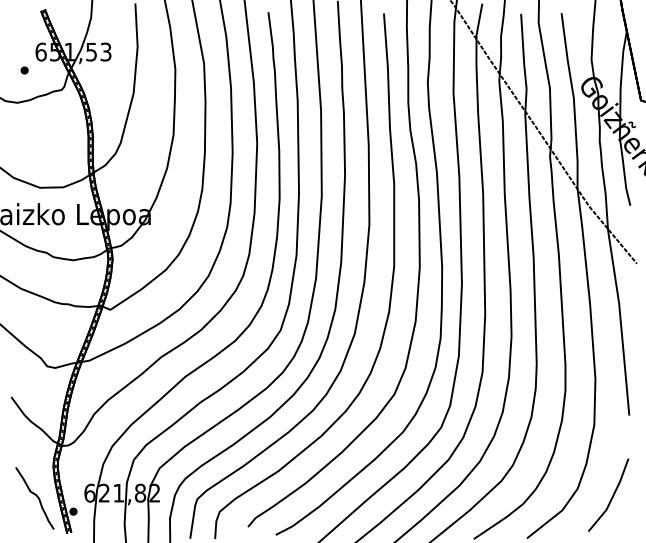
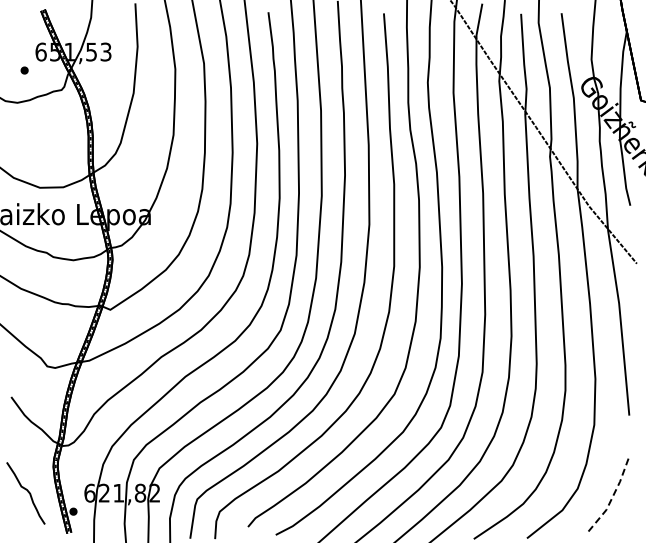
curve at (36, 497) position: (36, 497) -> (27, 492)
line at (612, 497): solid -> dashed
